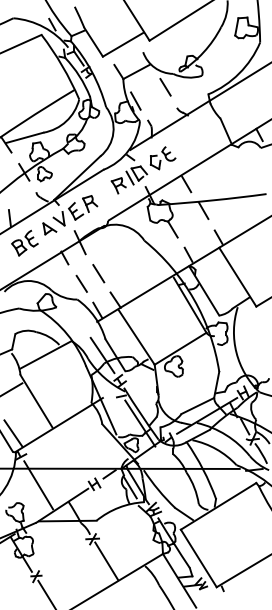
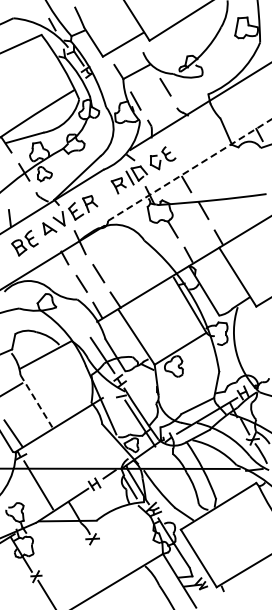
arc at (190, 169): solid -> dashed
line at (36, 401): solid -> dashed
line at (106, 561): present -> none
